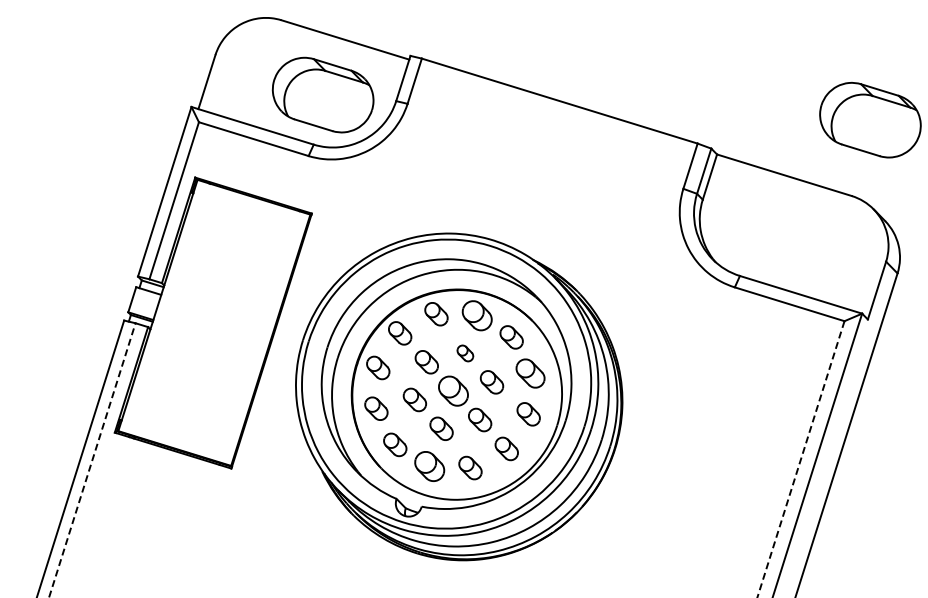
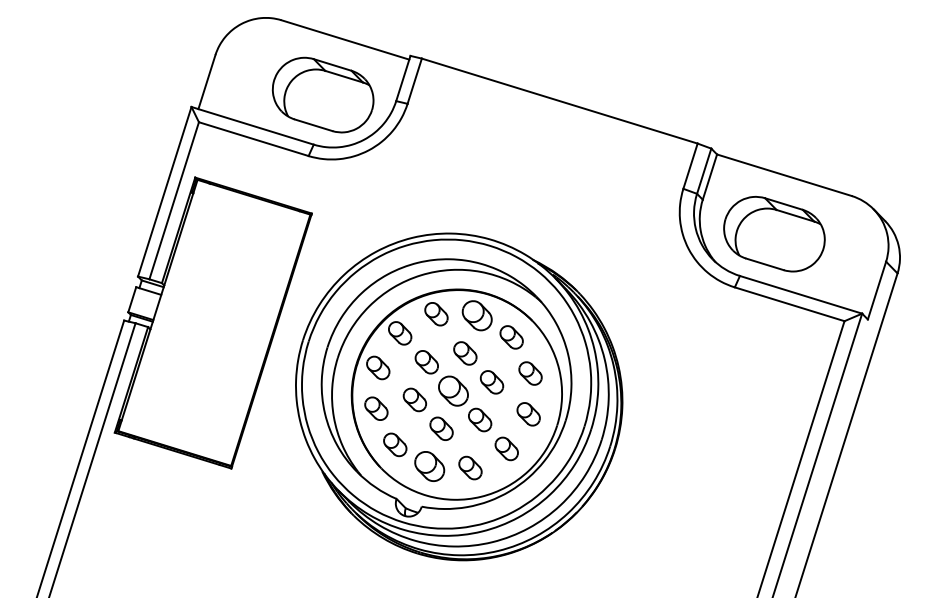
part at (870, 120) position: (870, 120) -> (774, 234)
part at (465, 353) size: 19x19 px -> 25x25 px
part at (530, 373) size: 31x31 px -> 25x25 px
line at (800, 459): dashed -> solid
line at (92, 460): dashed -> solid
